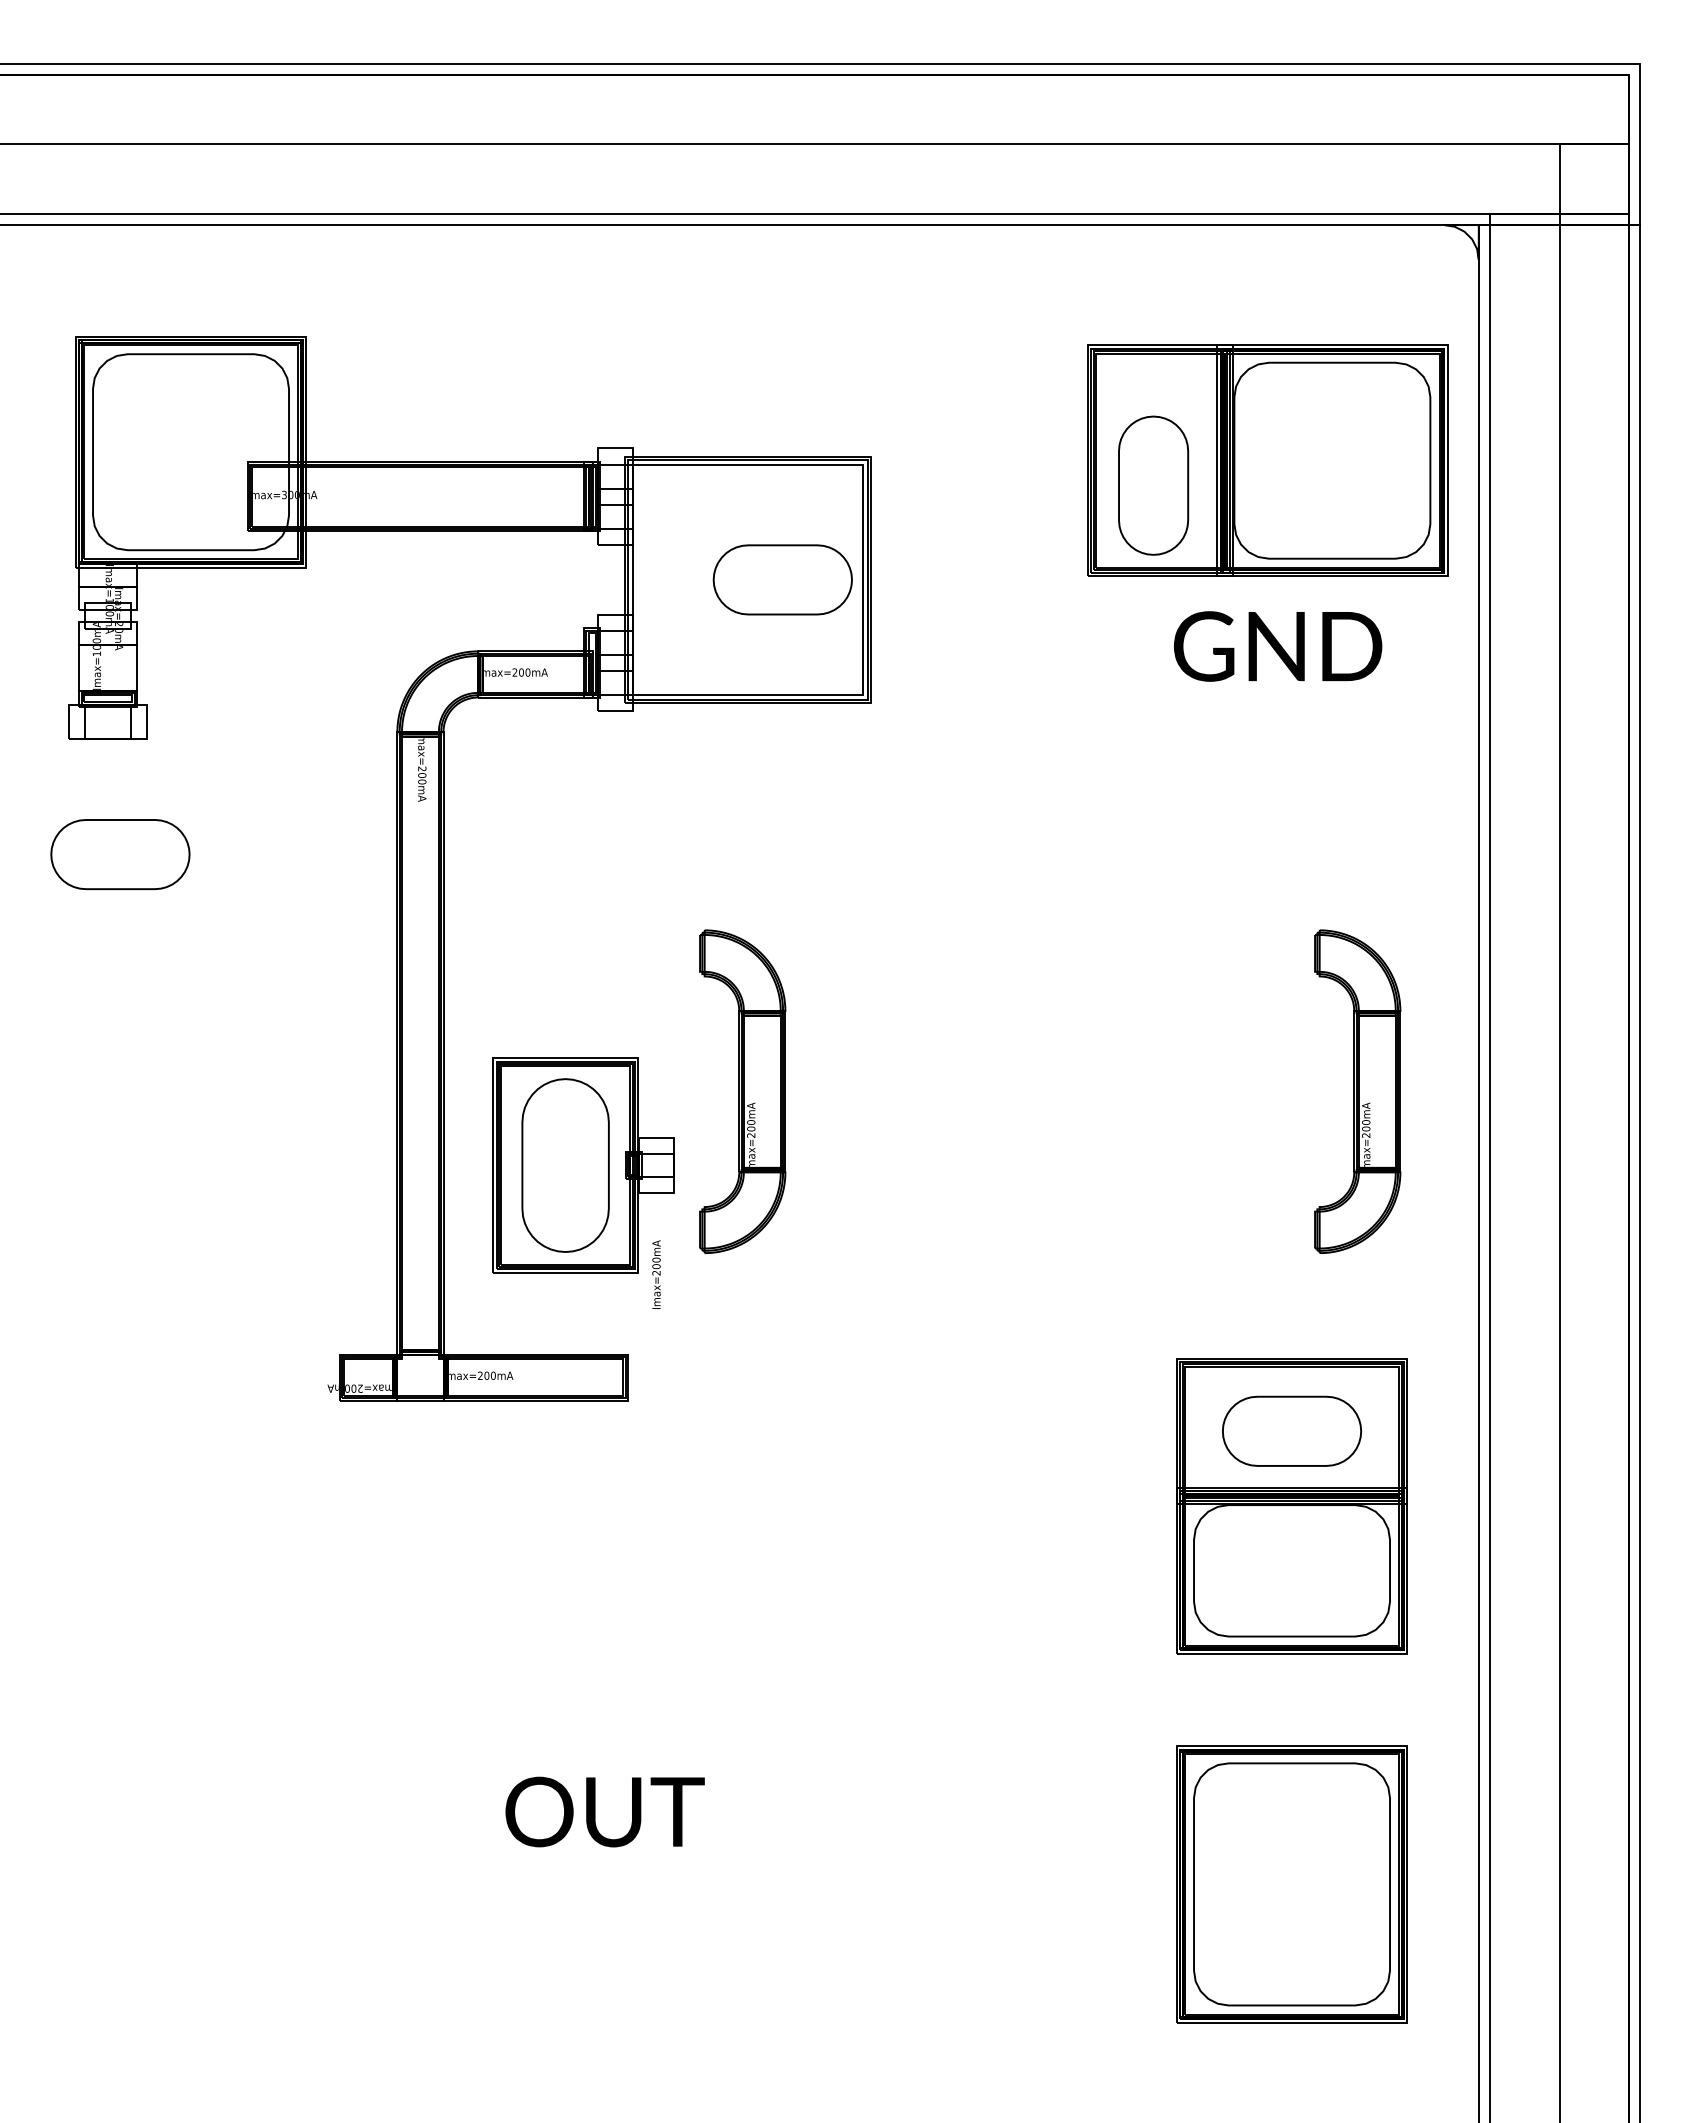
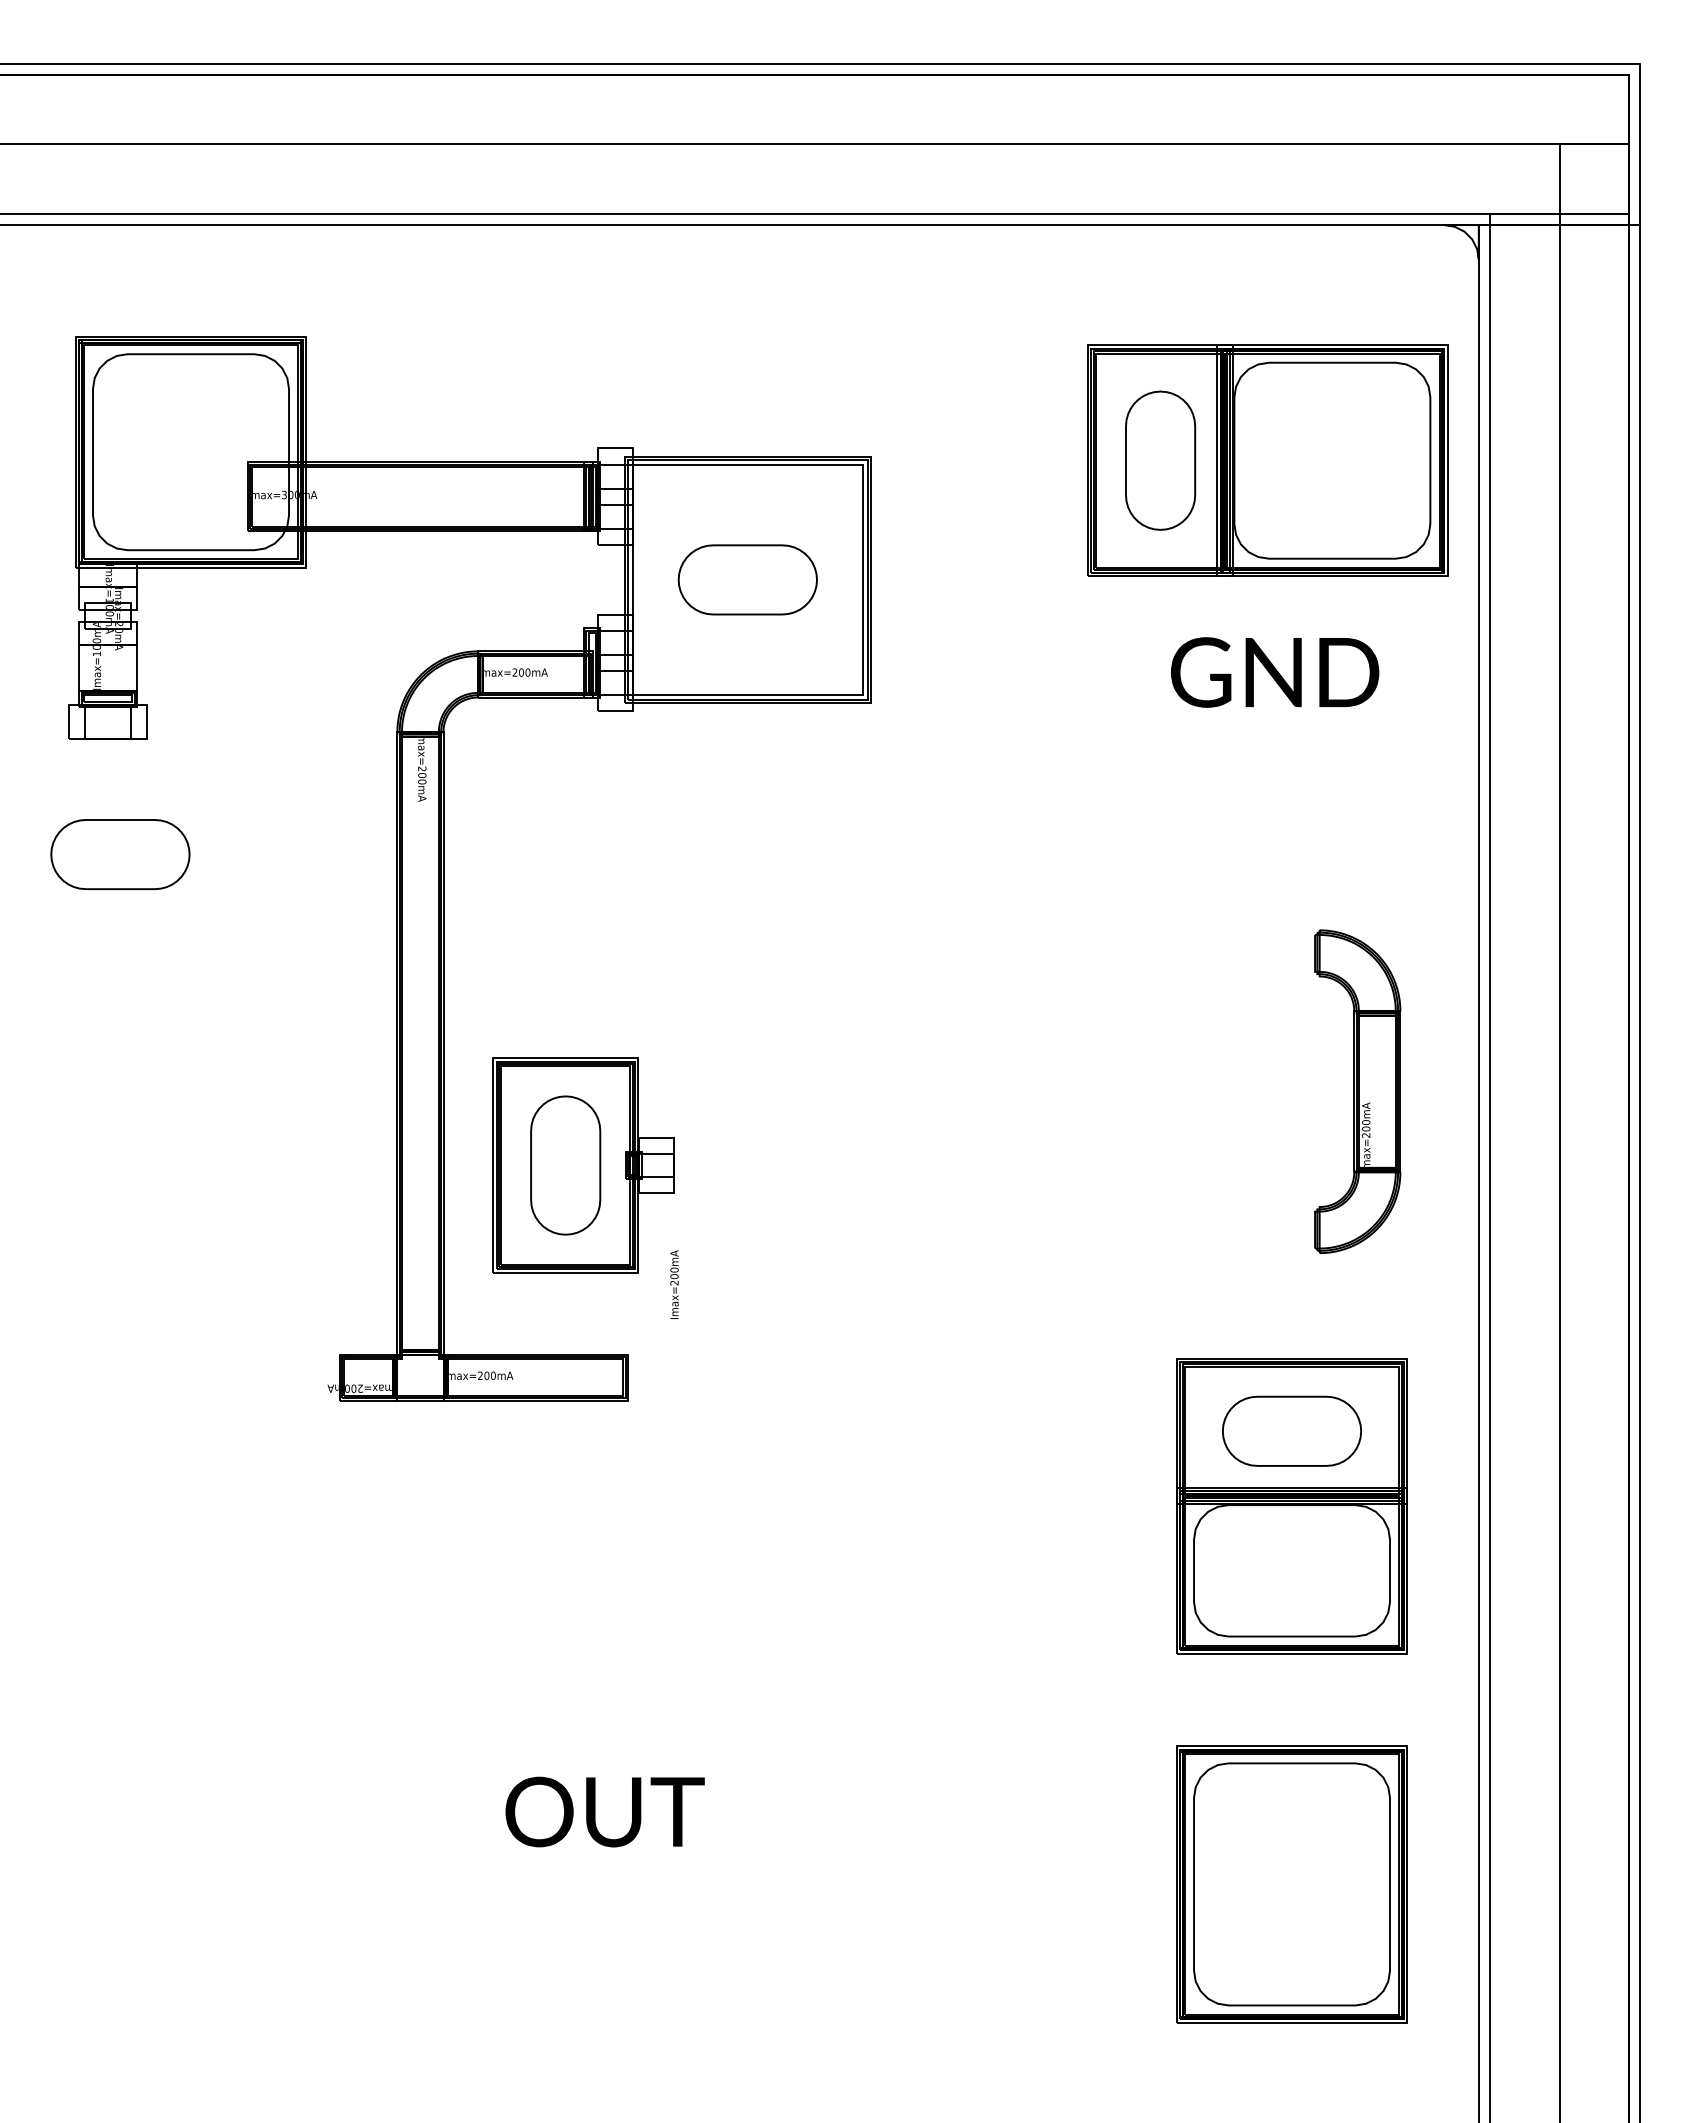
part at (1153, 485) position: (1153, 485) -> (1160, 460)
part at (782, 579) position: (782, 579) -> (747, 579)
text at (1278, 646) position: (1278, 646) -> (1275, 672)
part at (742, 1091): present -> none
part at (565, 1165) size: 89x175 px -> 72x141 px
text at (656, 1274) position: (656, 1274) -> (674, 1284)
